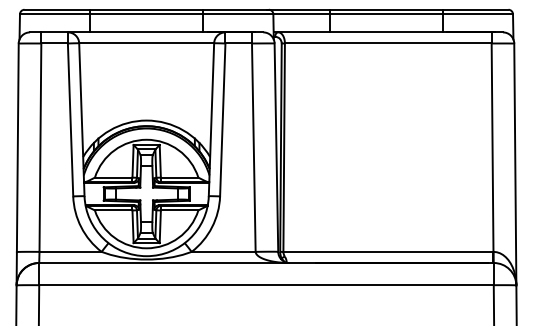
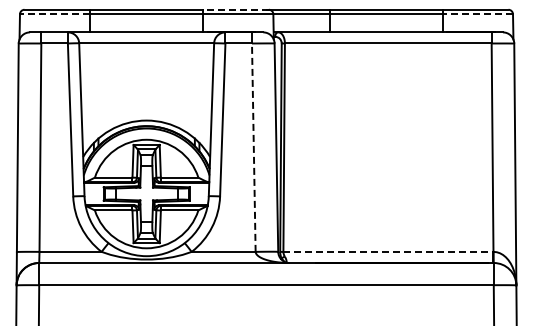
line at (236, 9): solid -> dashed
line at (54, 14): solid -> dashed
line at (477, 14): solid -> dashed
line at (253, 147): solid -> dashed
line at (388, 251): solid -> dashed
